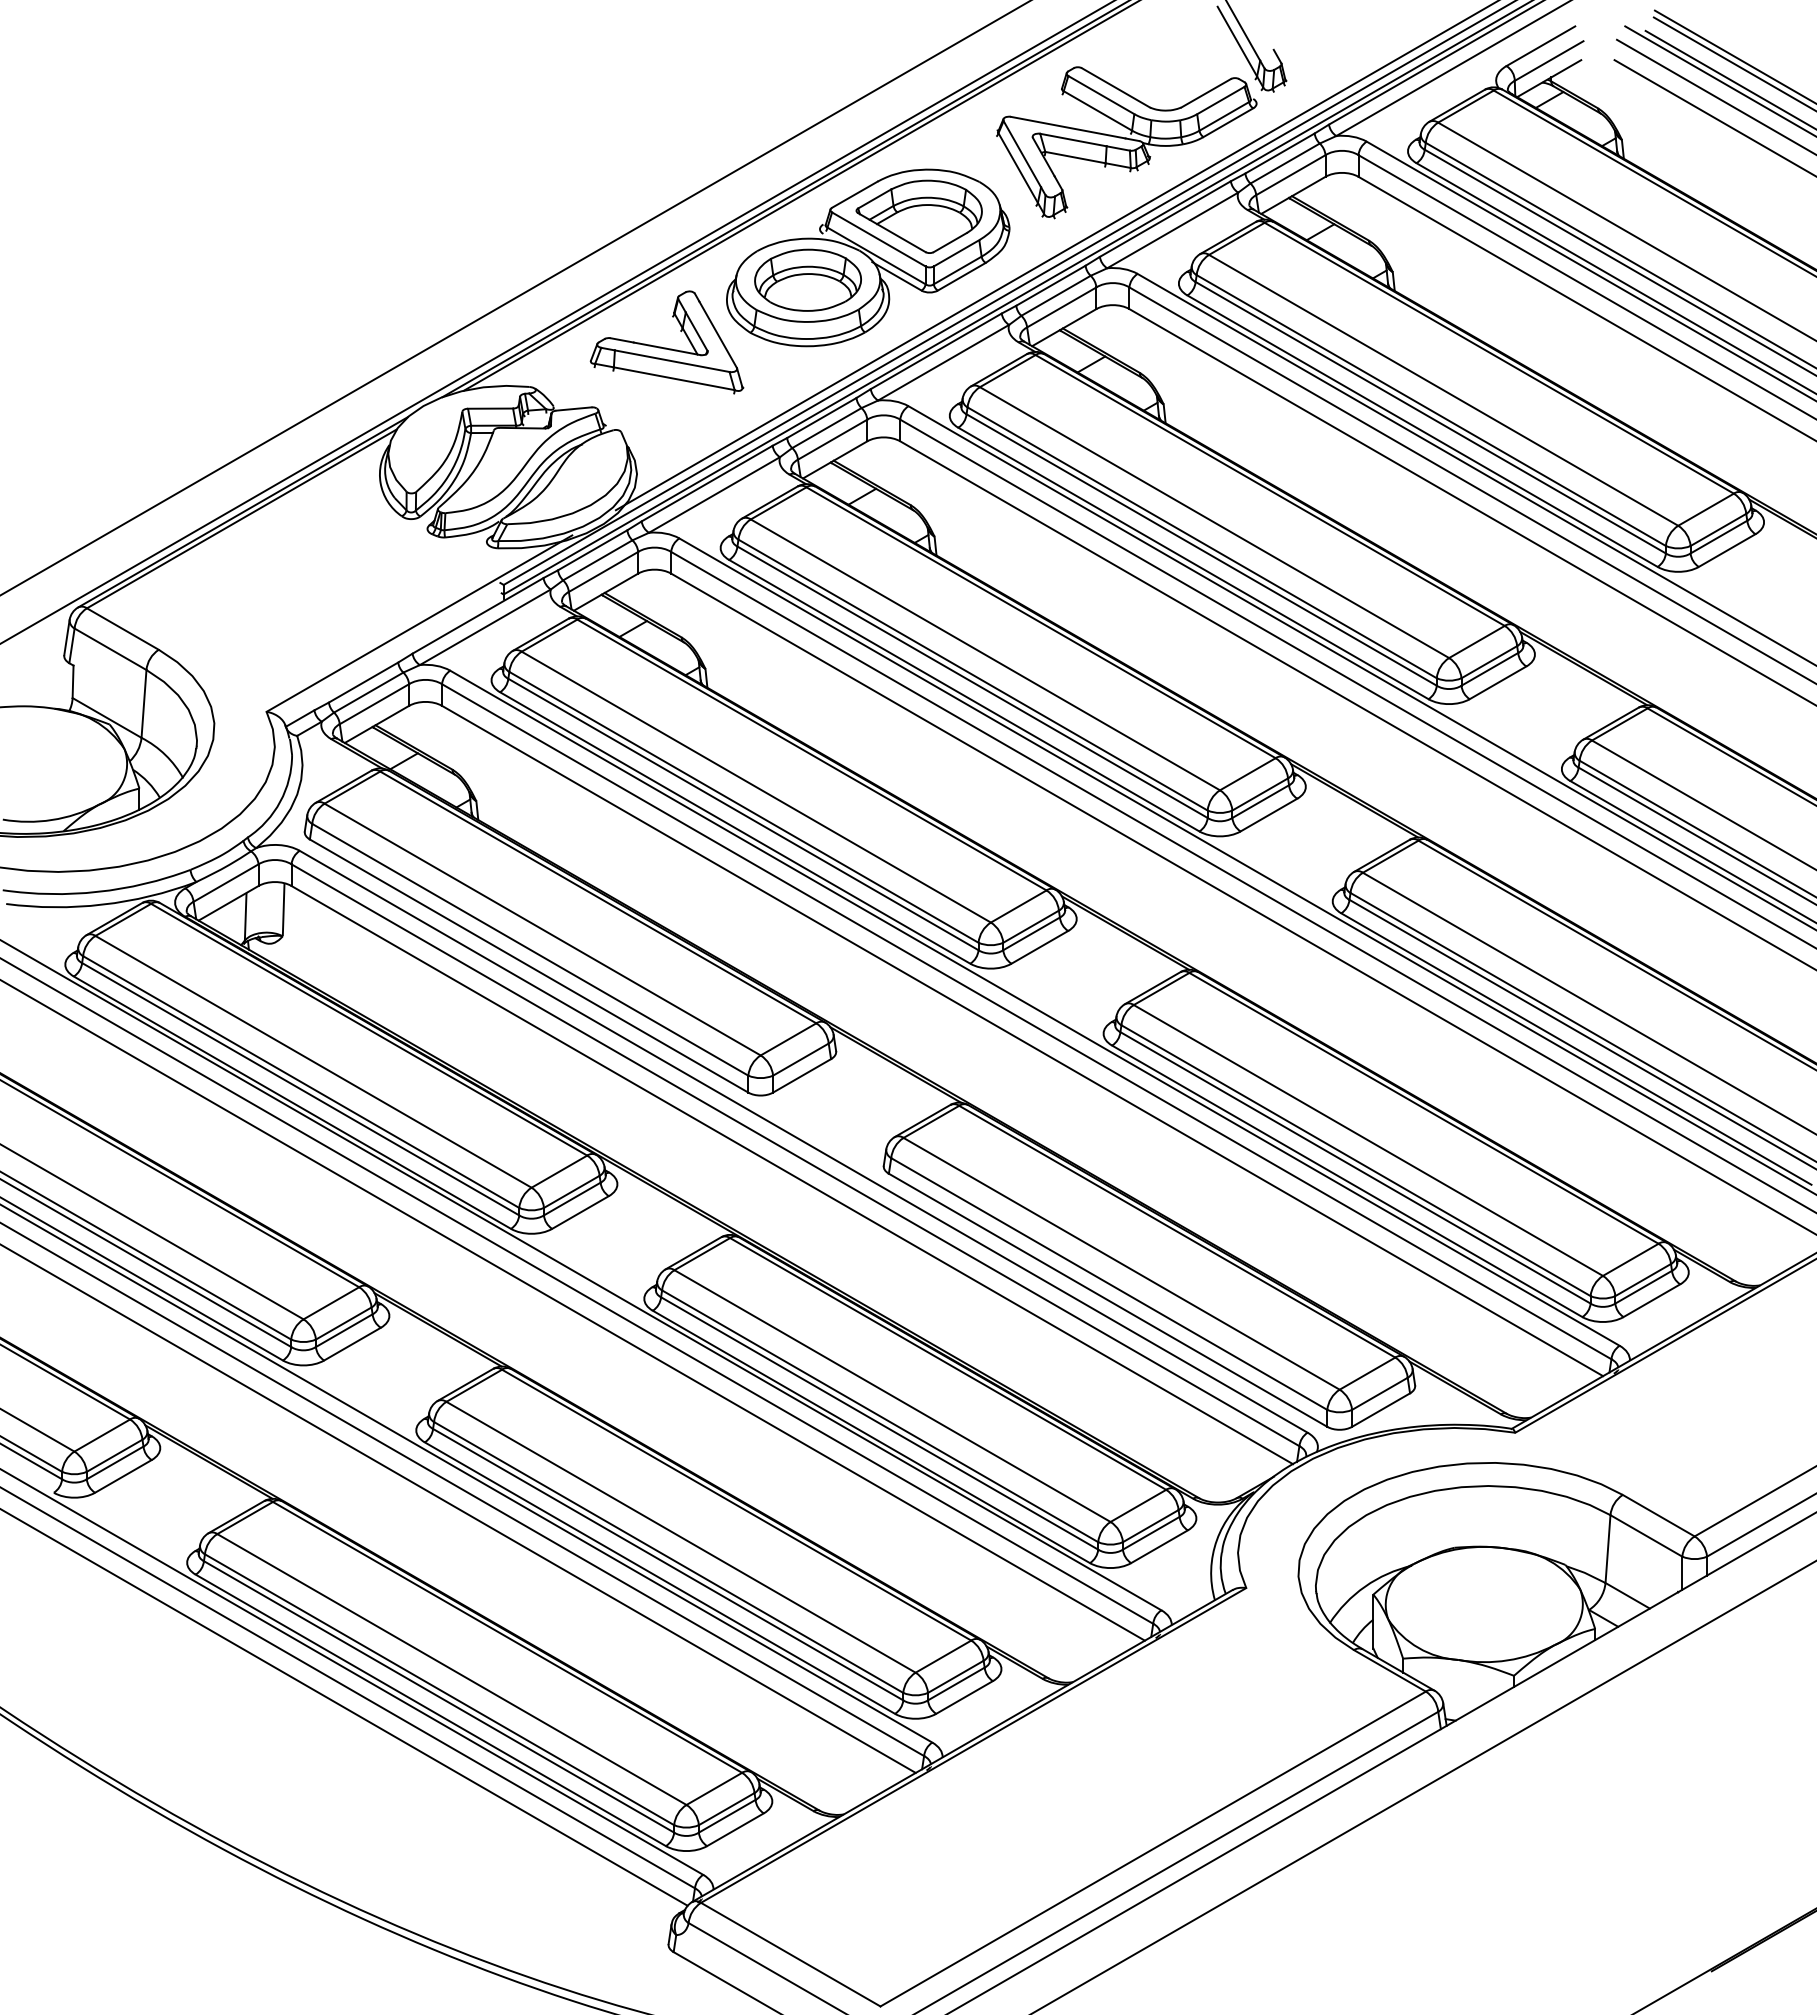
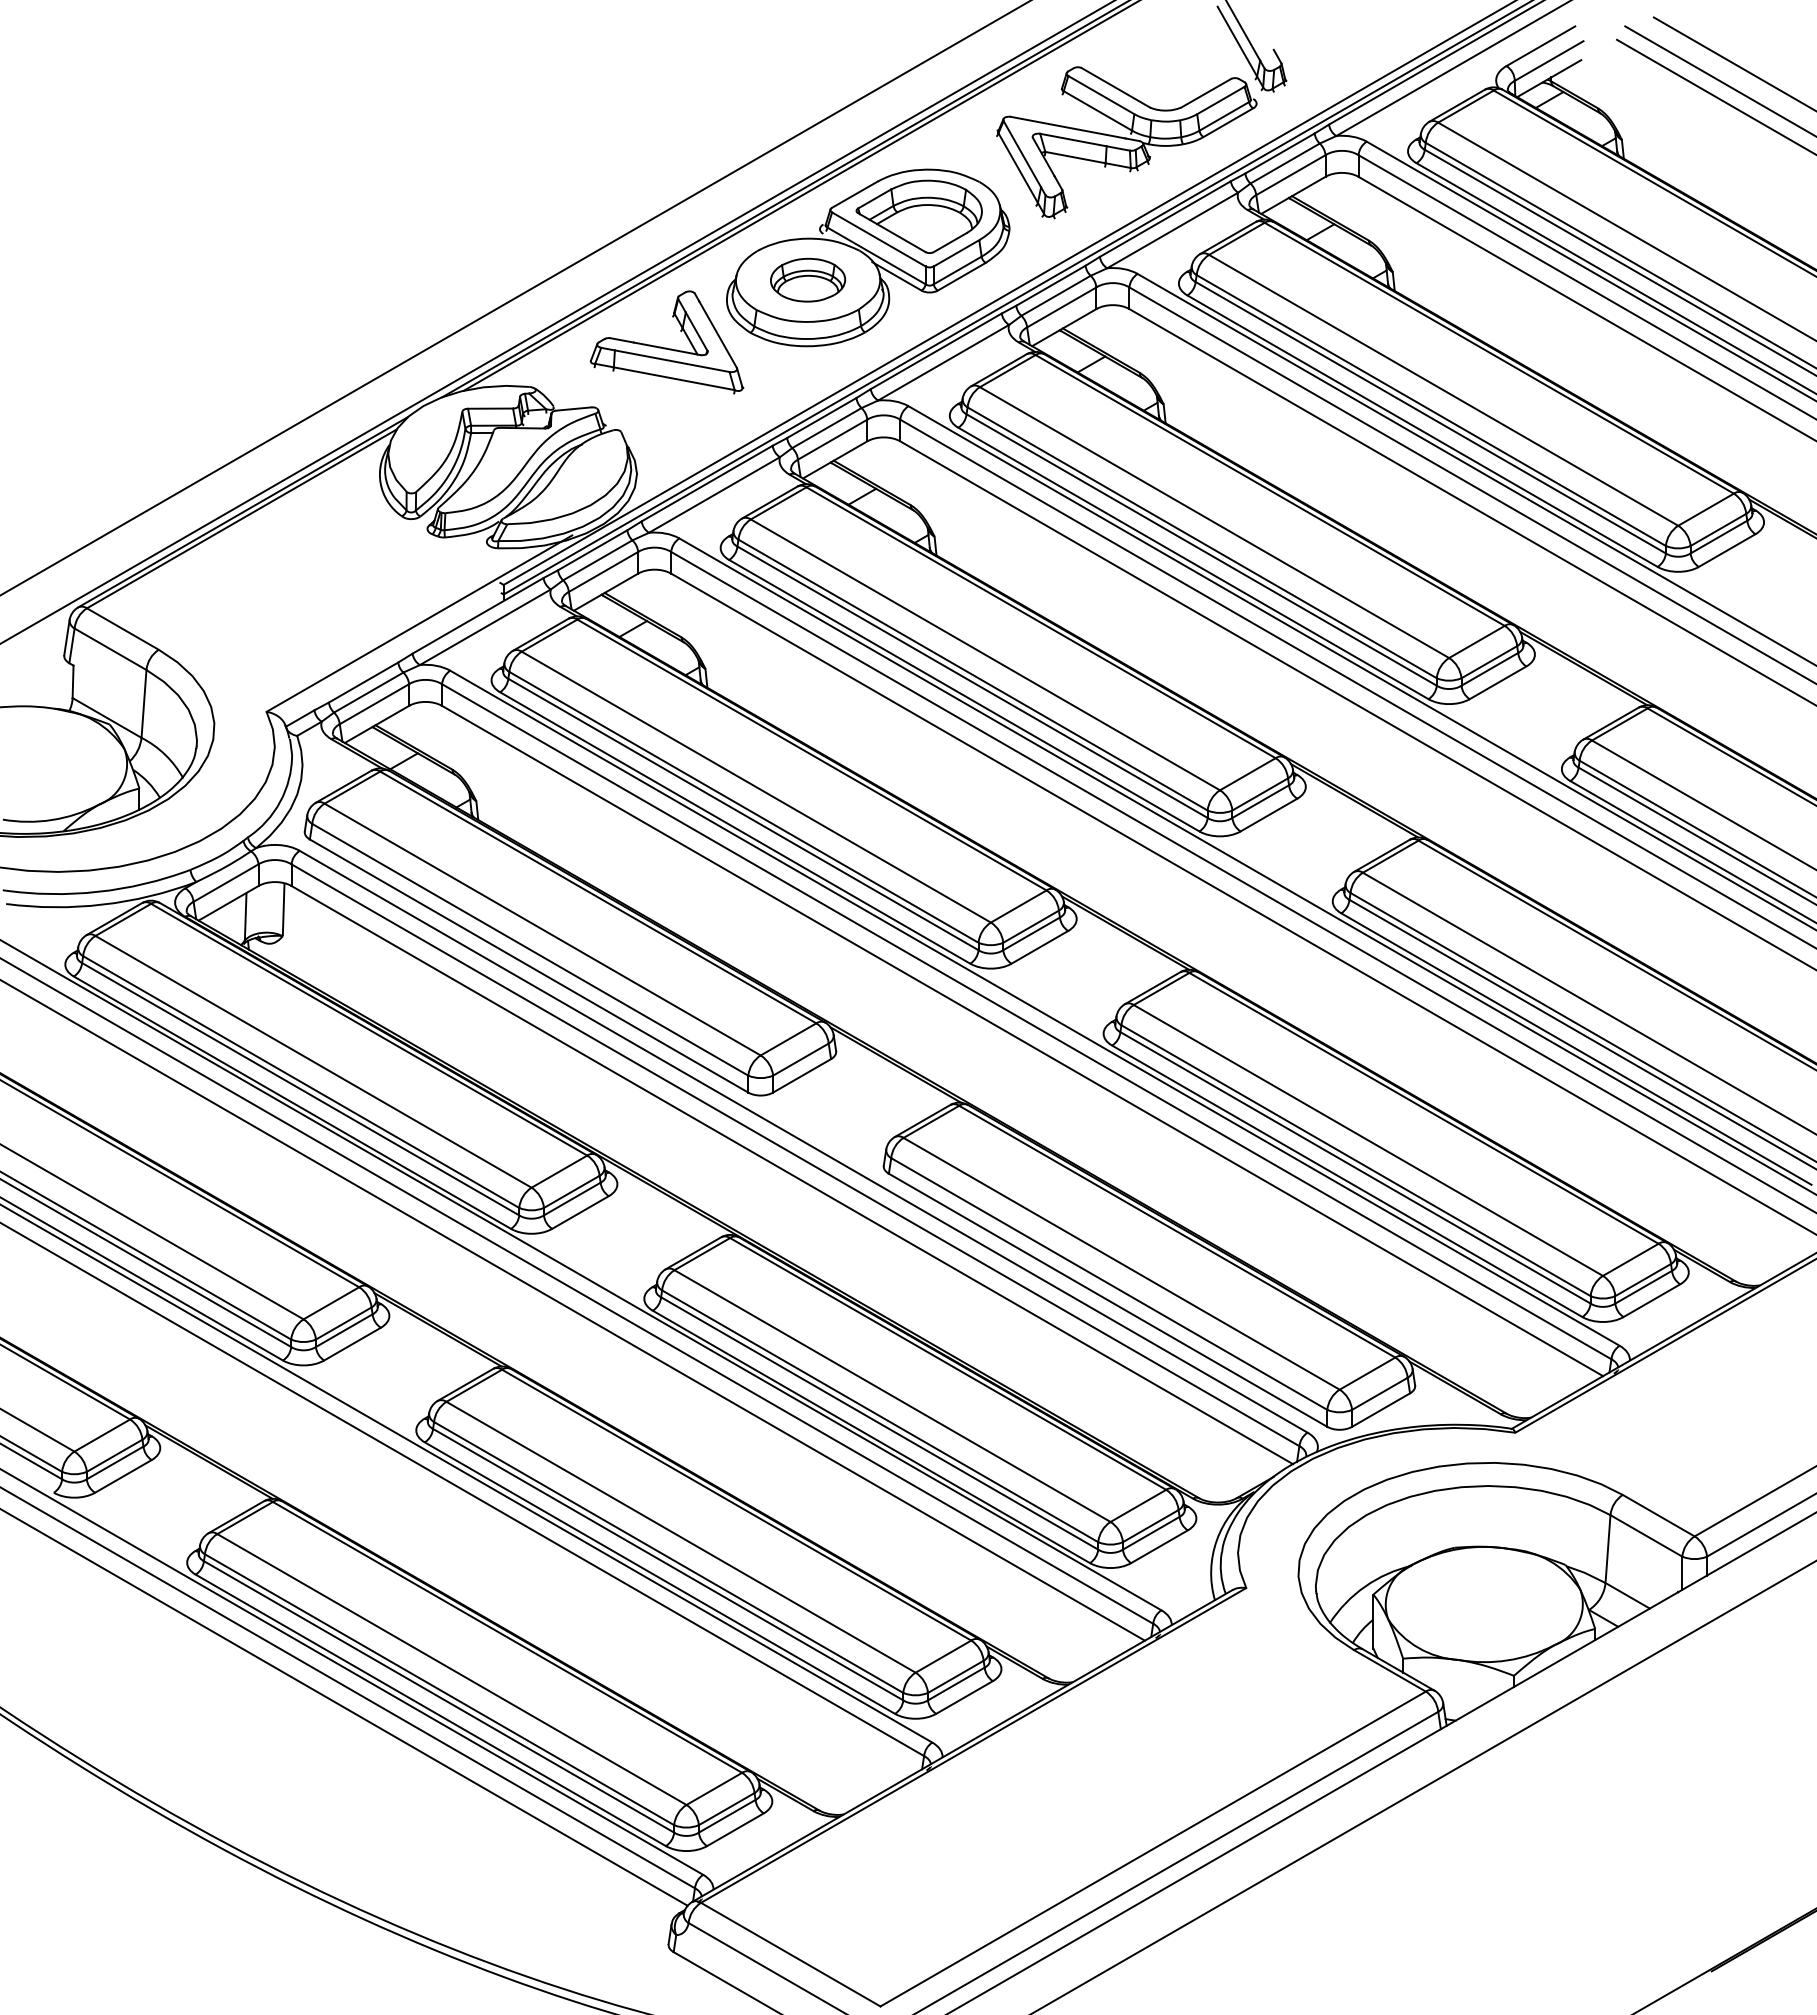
line at (1733, 56): present -> none
line at (1729, 79): present -> none
line at (1713, 117): present -> none
line at (1055, 256): present -> none
part at (807, 279) size: 108x64 px -> 77x46 px
line at (458, 1508): present -> none
